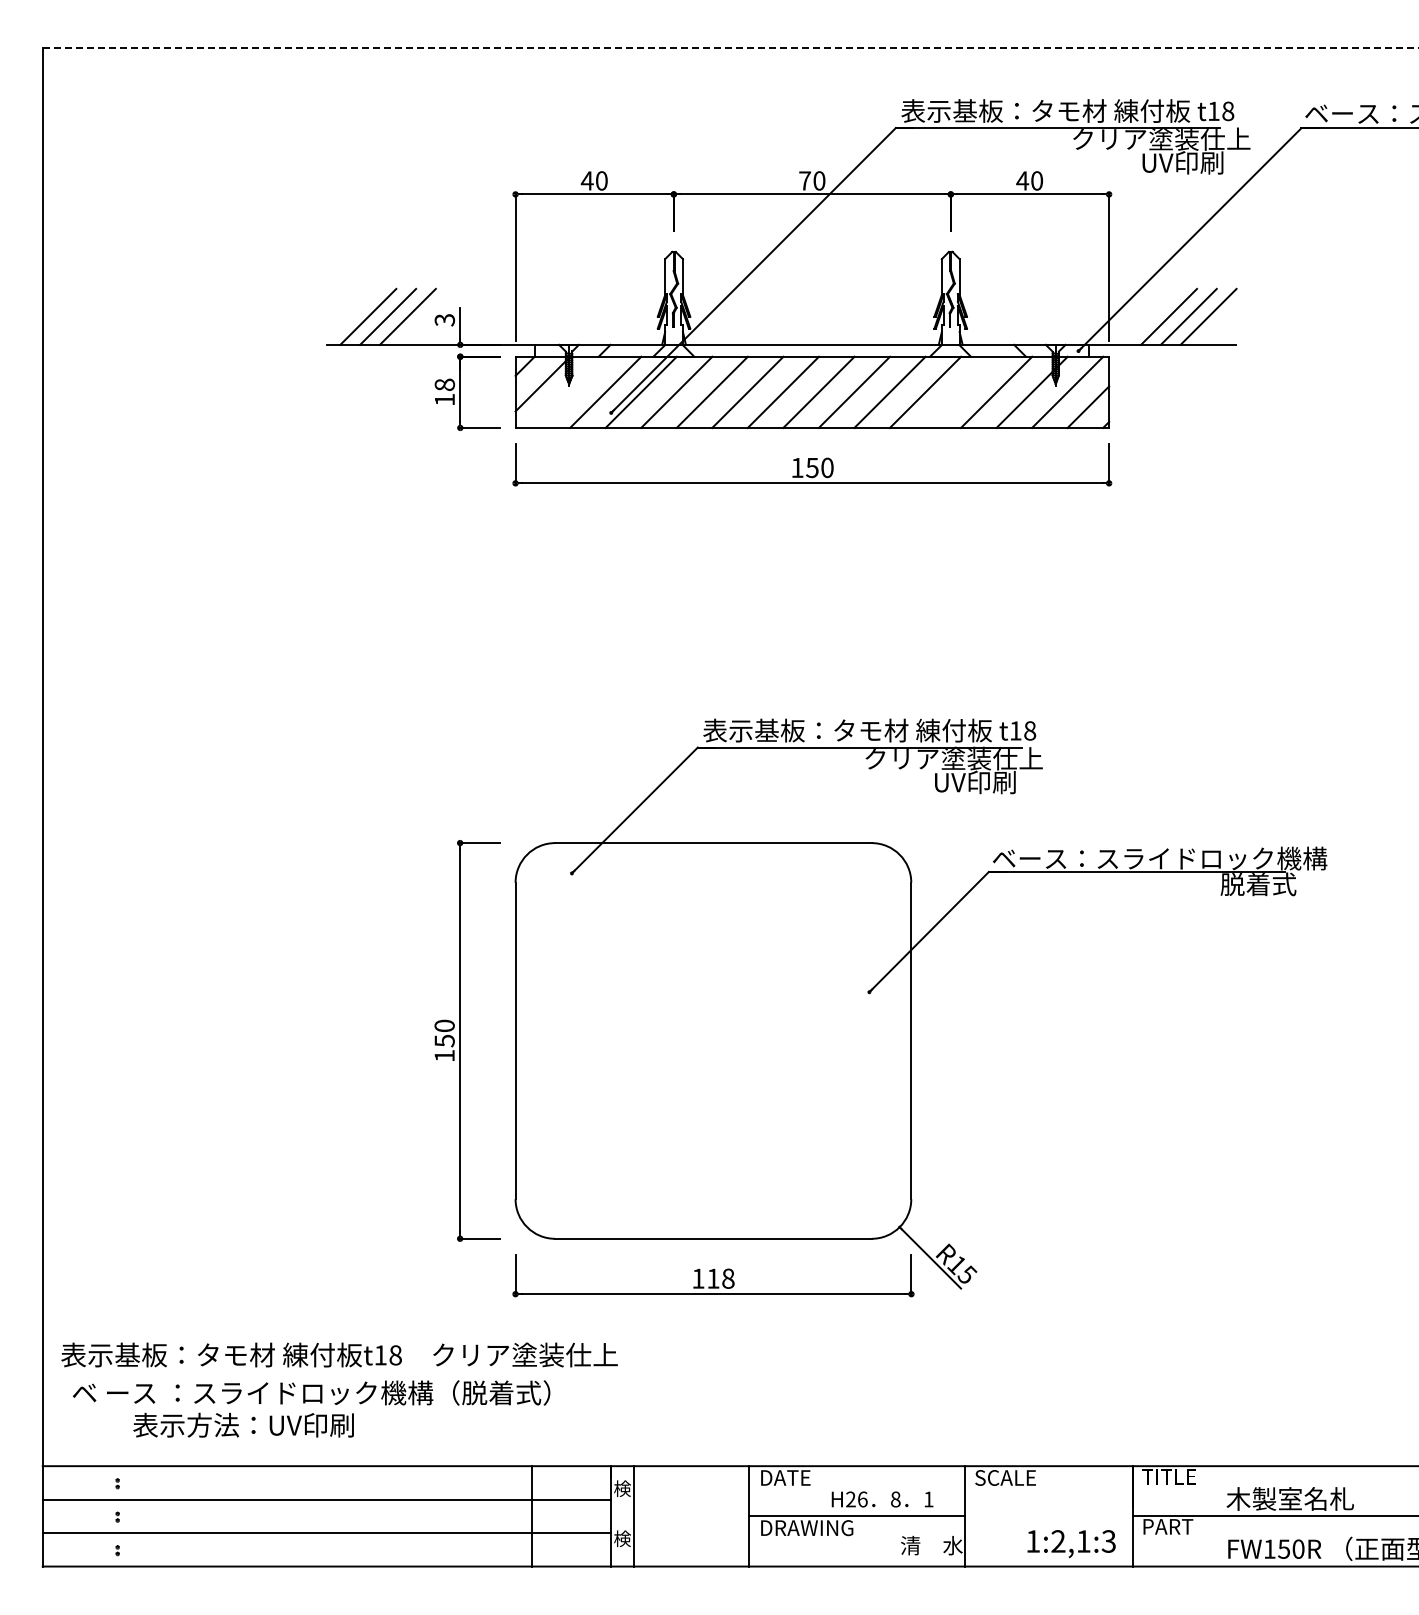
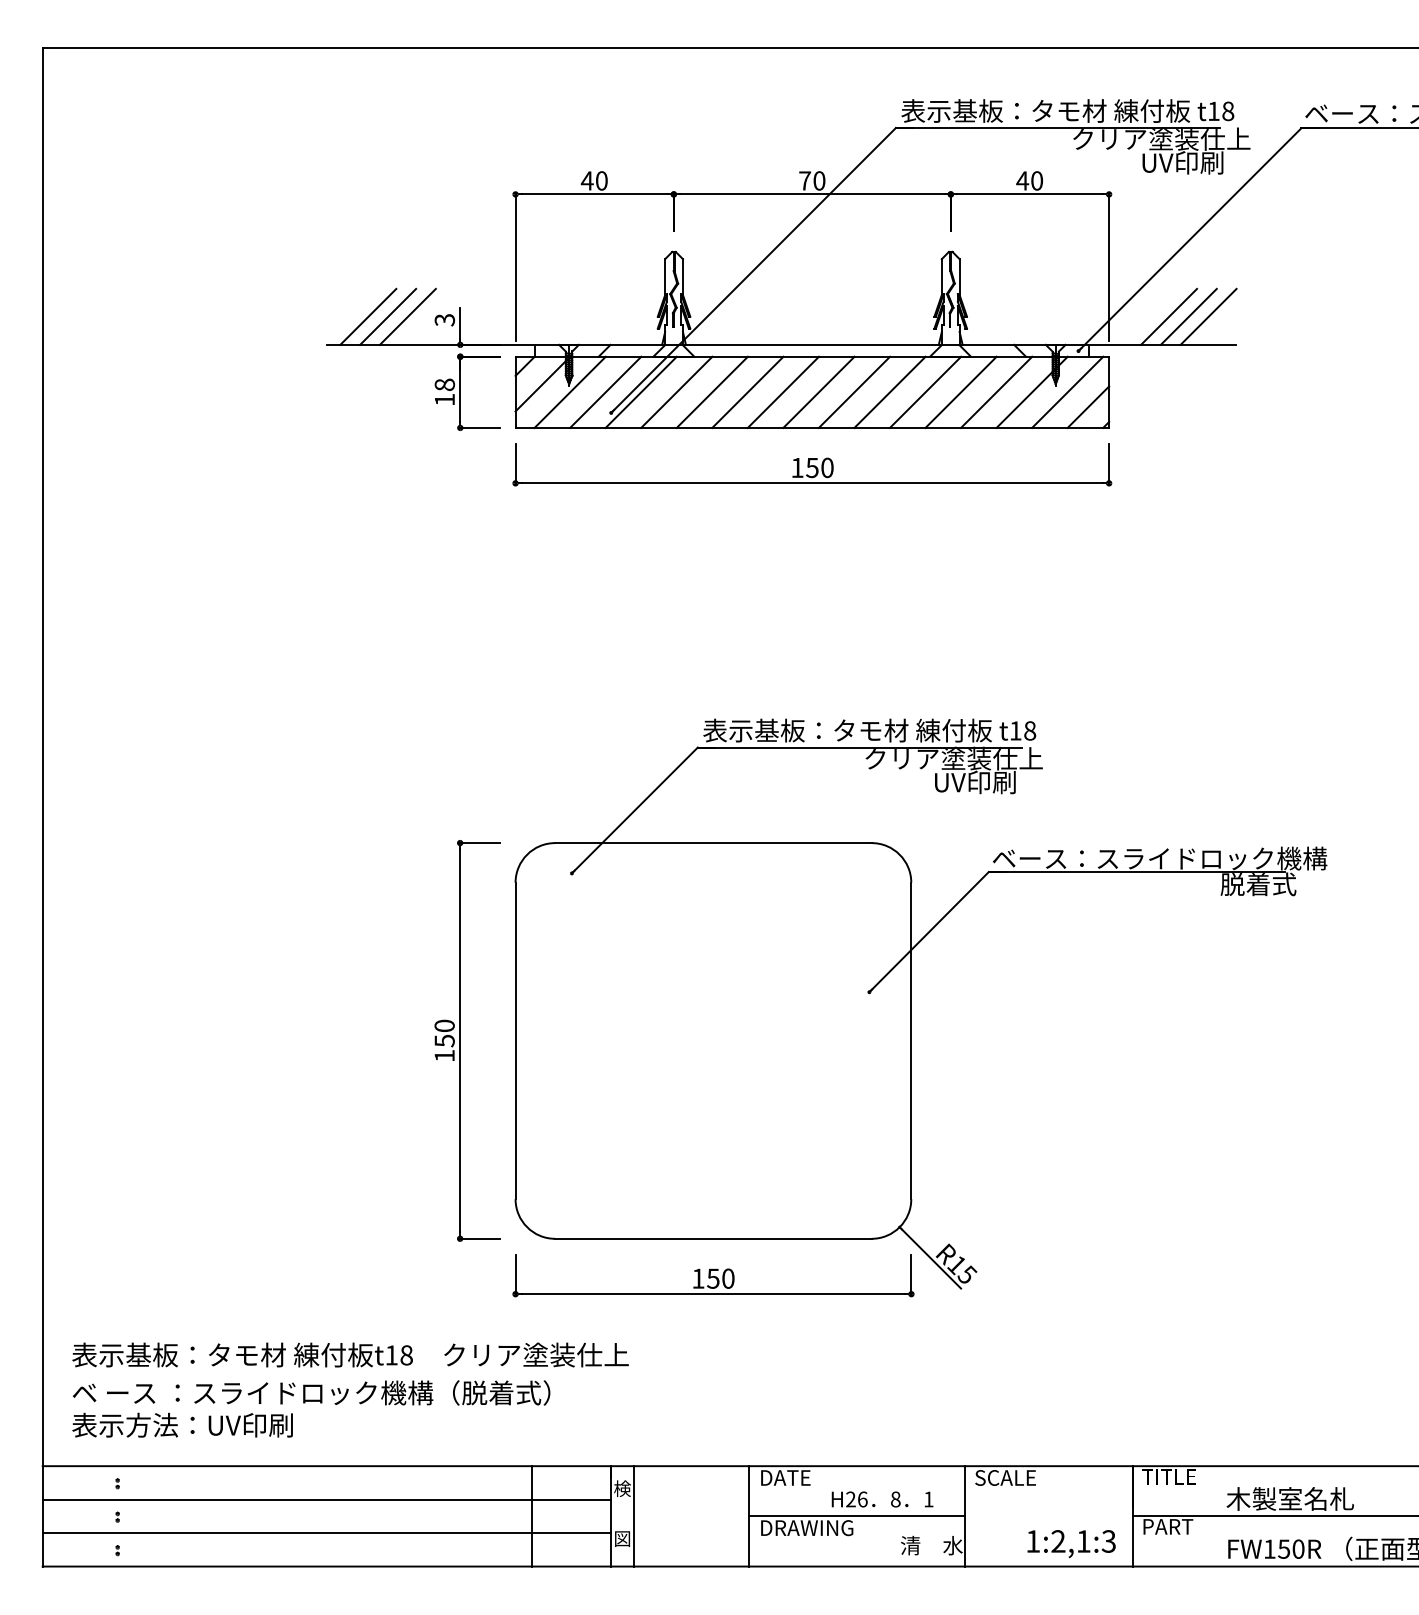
line at (730, 48): dashed -> solid
line at (569, 392): none -> present
line at (960, 392): none -> present
text at (720, 1278): 118 -> 150
text at (339, 1354) position: (339, 1354) -> (350, 1354)
text at (243, 1424) position: (243, 1424) -> (182, 1424)
text at (622, 1538): 検 -> 図
